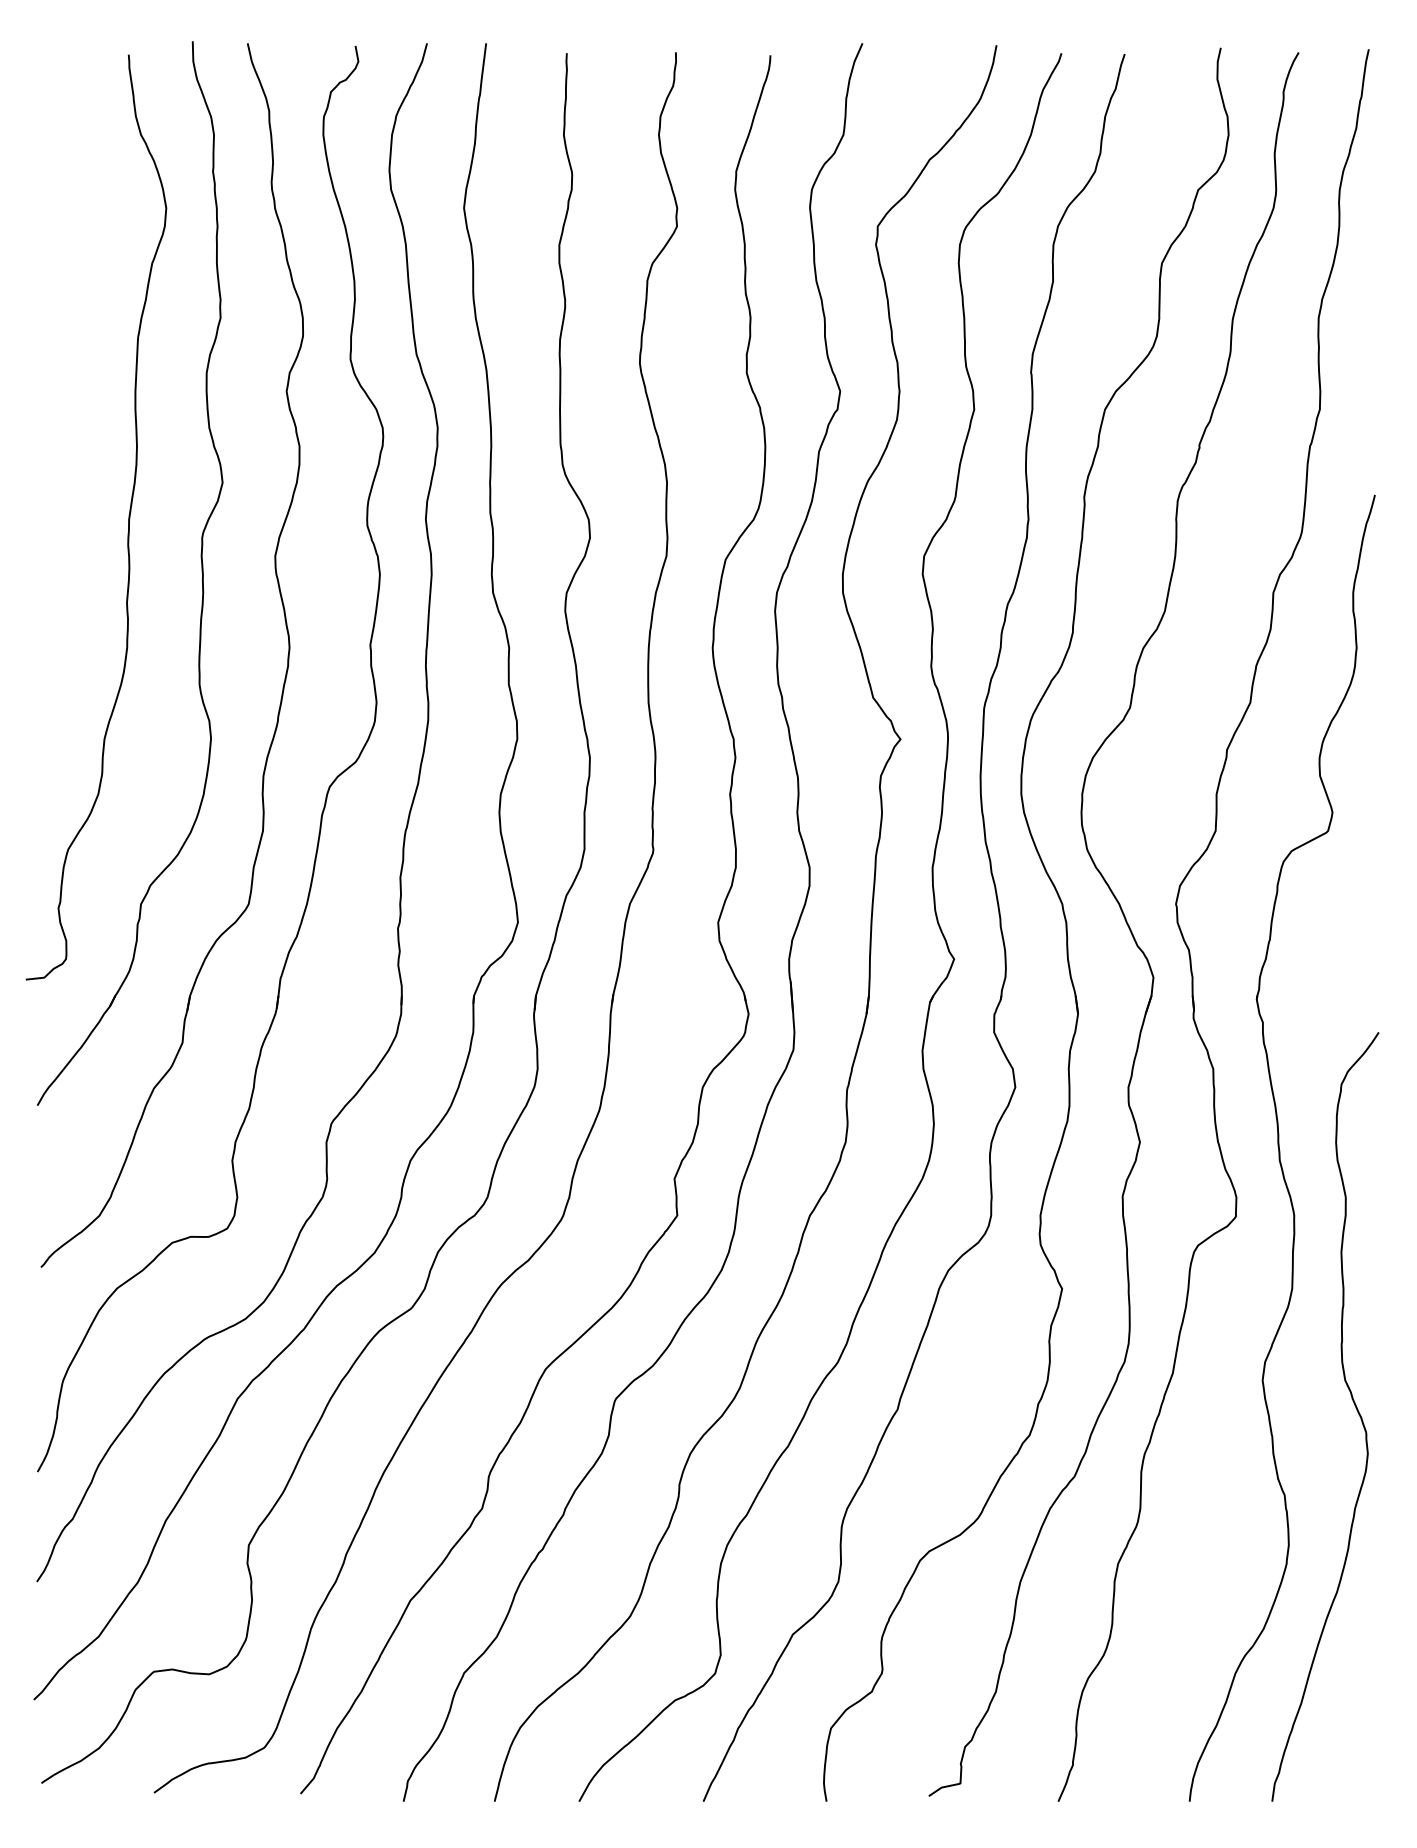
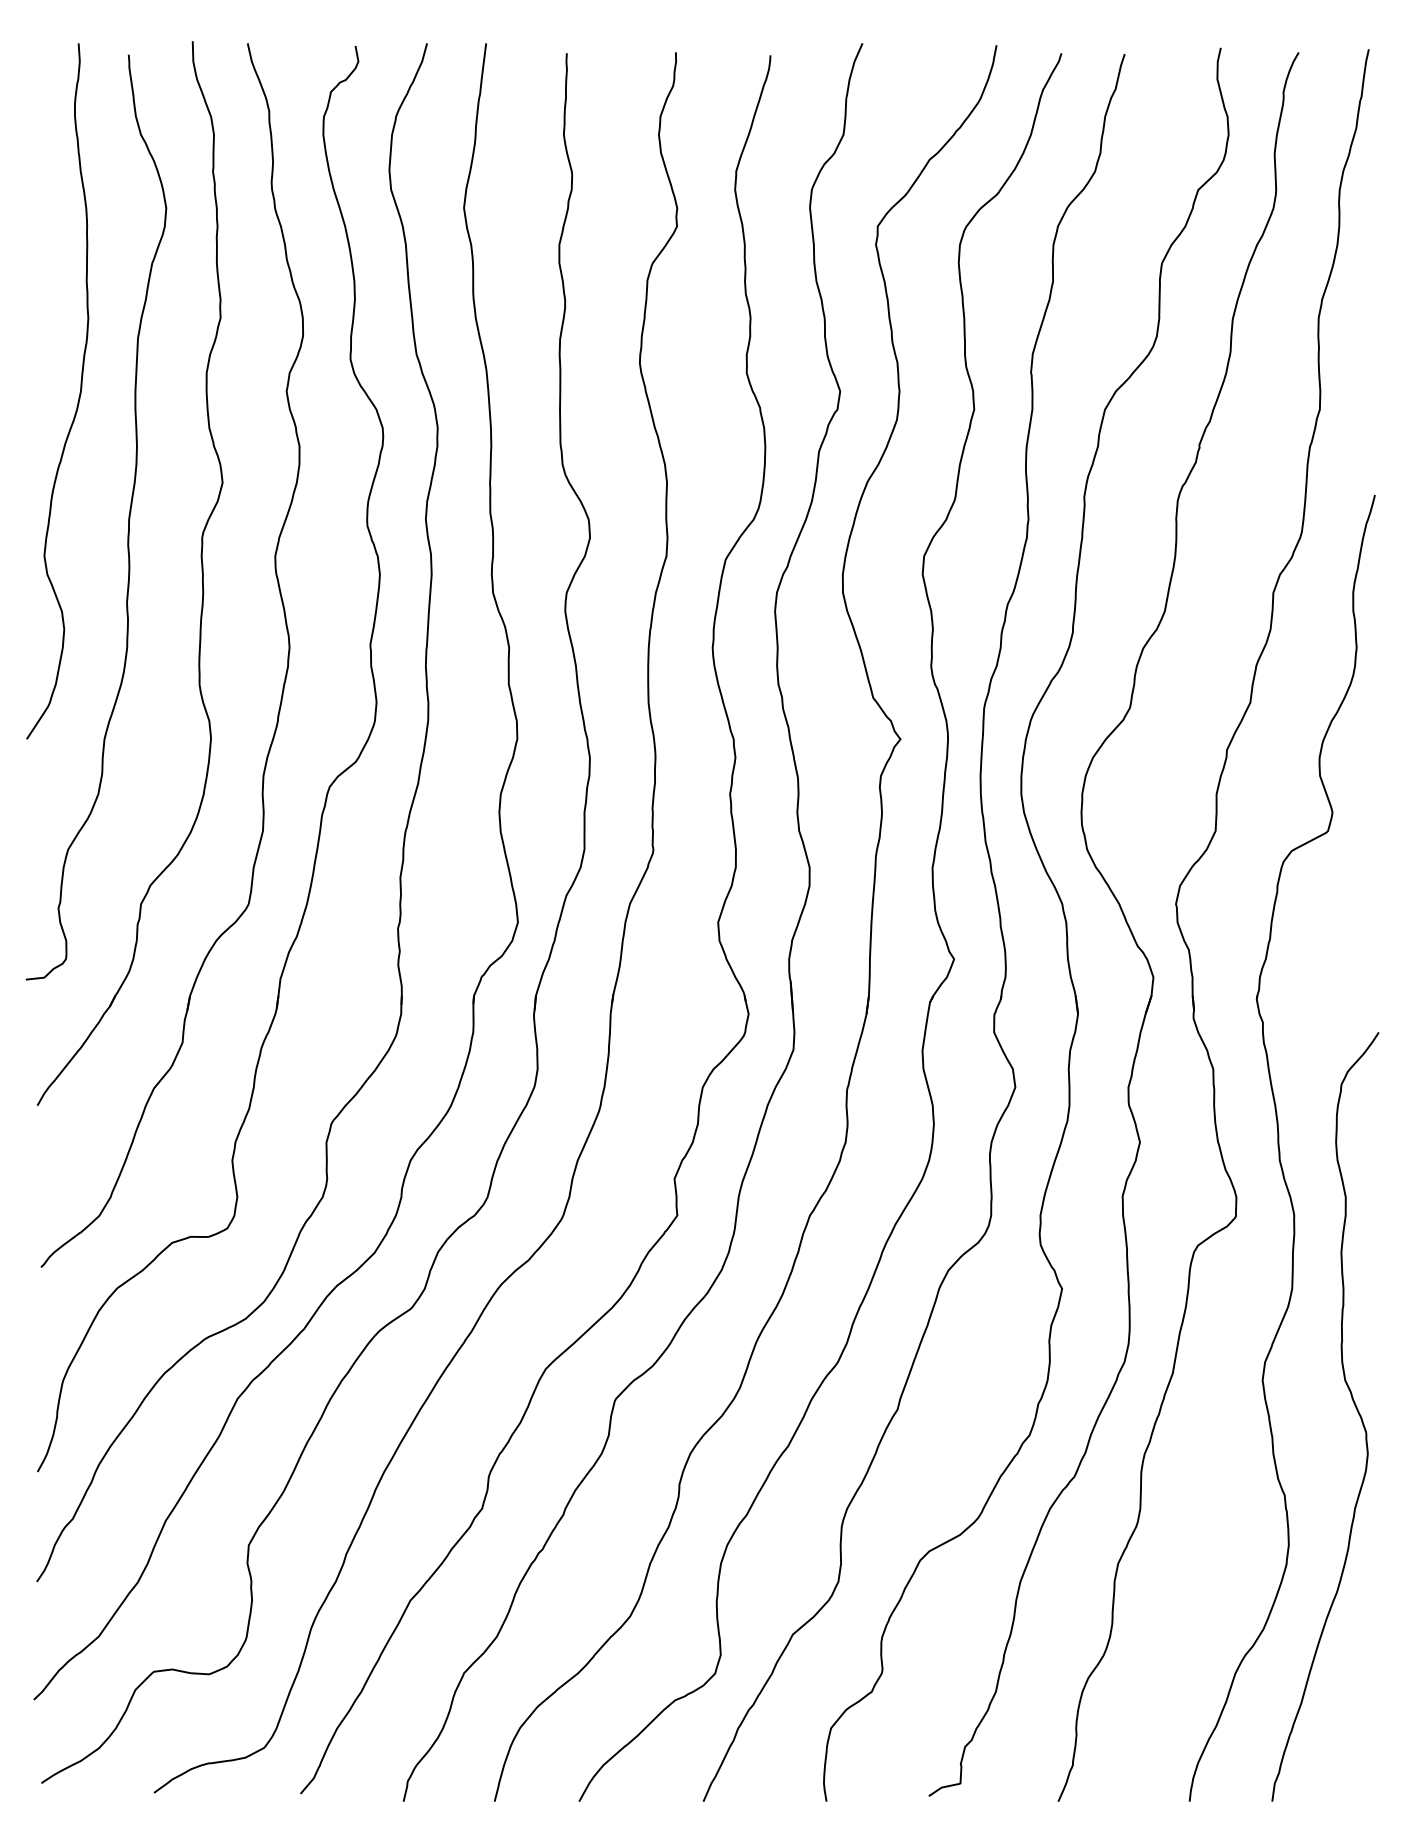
curve at (78, 397): none -> present
